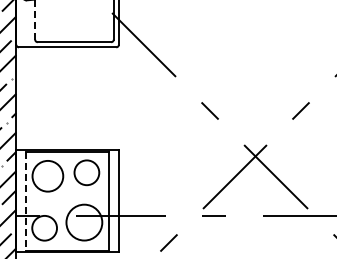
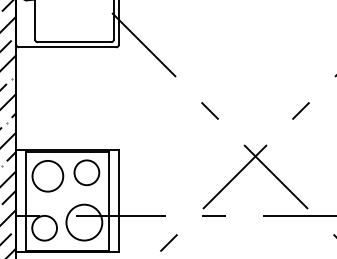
line at (35, 19): dashed -> solid
line at (25, 201): dashed -> solid
